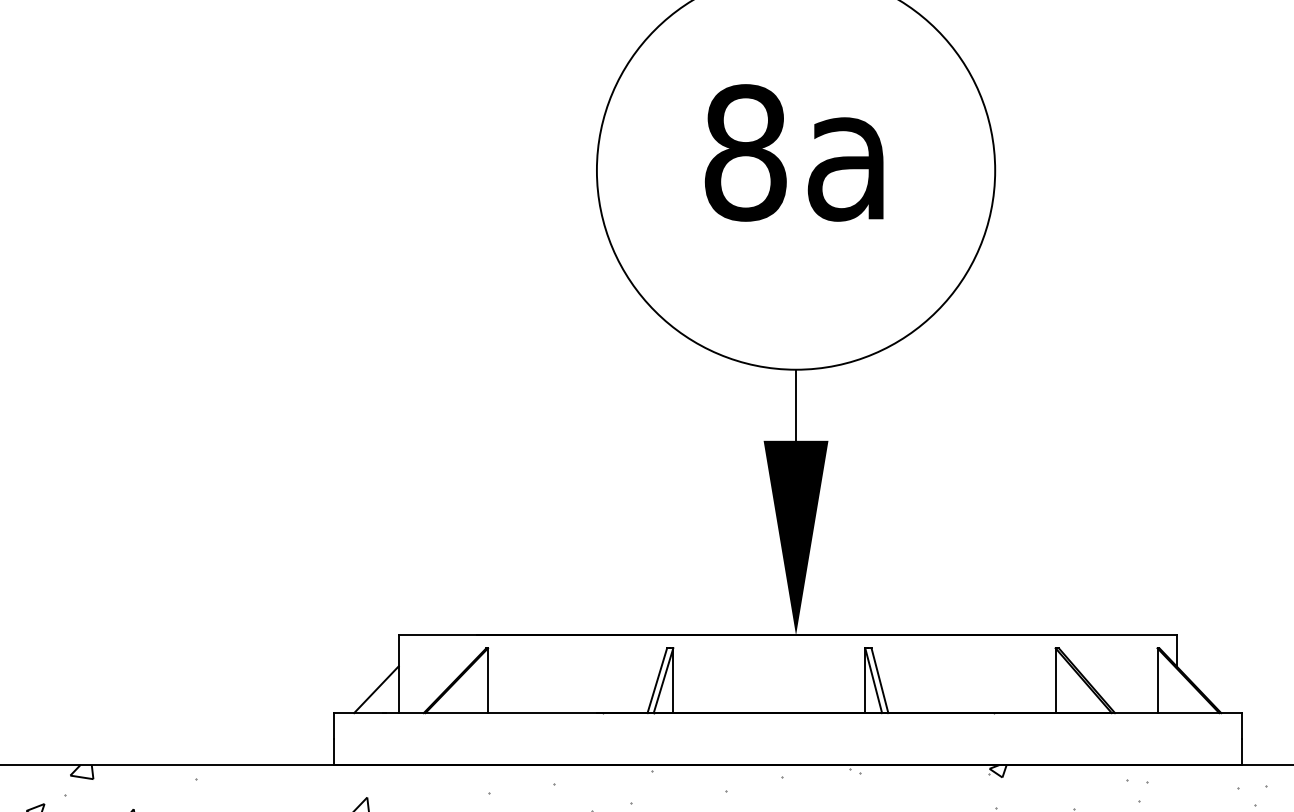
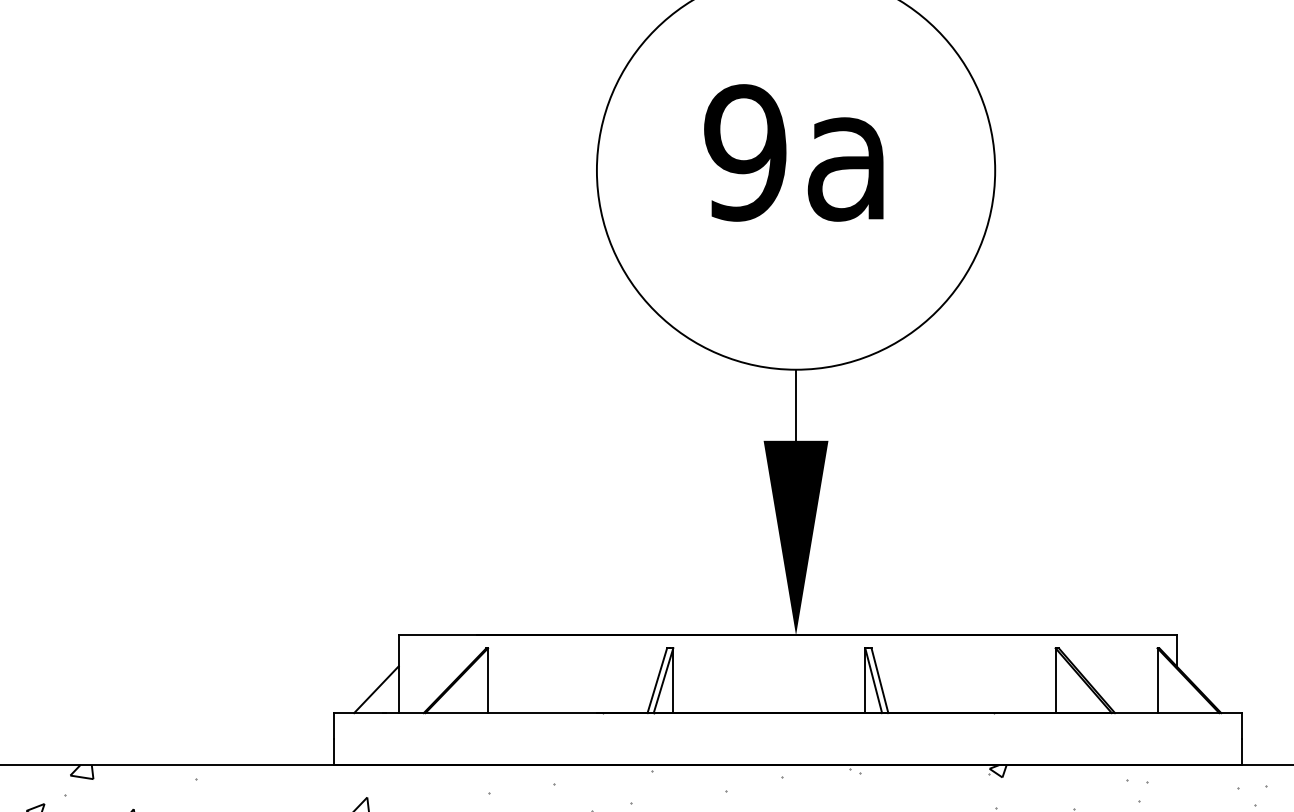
text at (745, 152): 8a -> 9a
